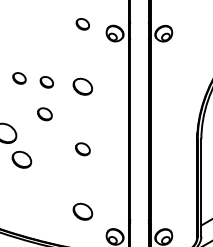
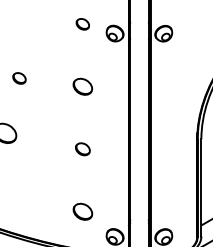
part at (46, 82): present -> none
part at (44, 114): present -> none
part at (21, 159): present -> none
